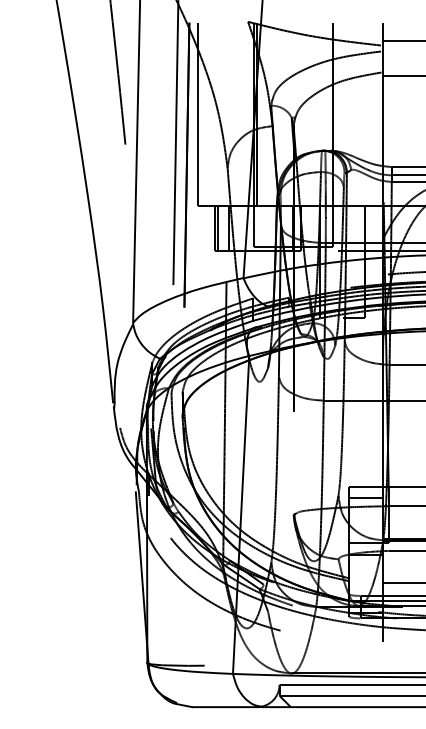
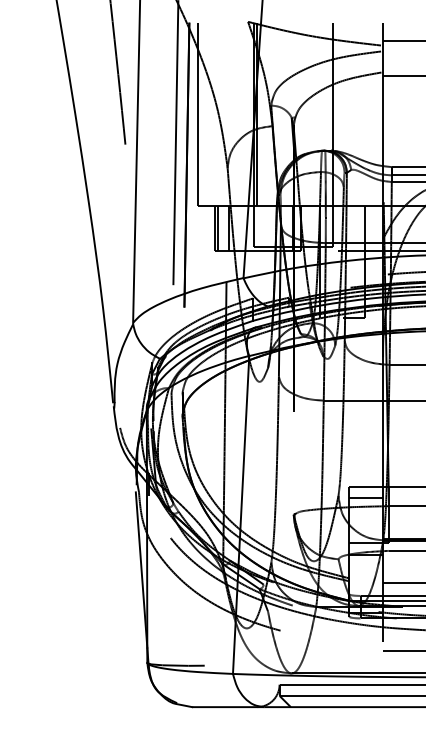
line at (402, 651): none -> present
